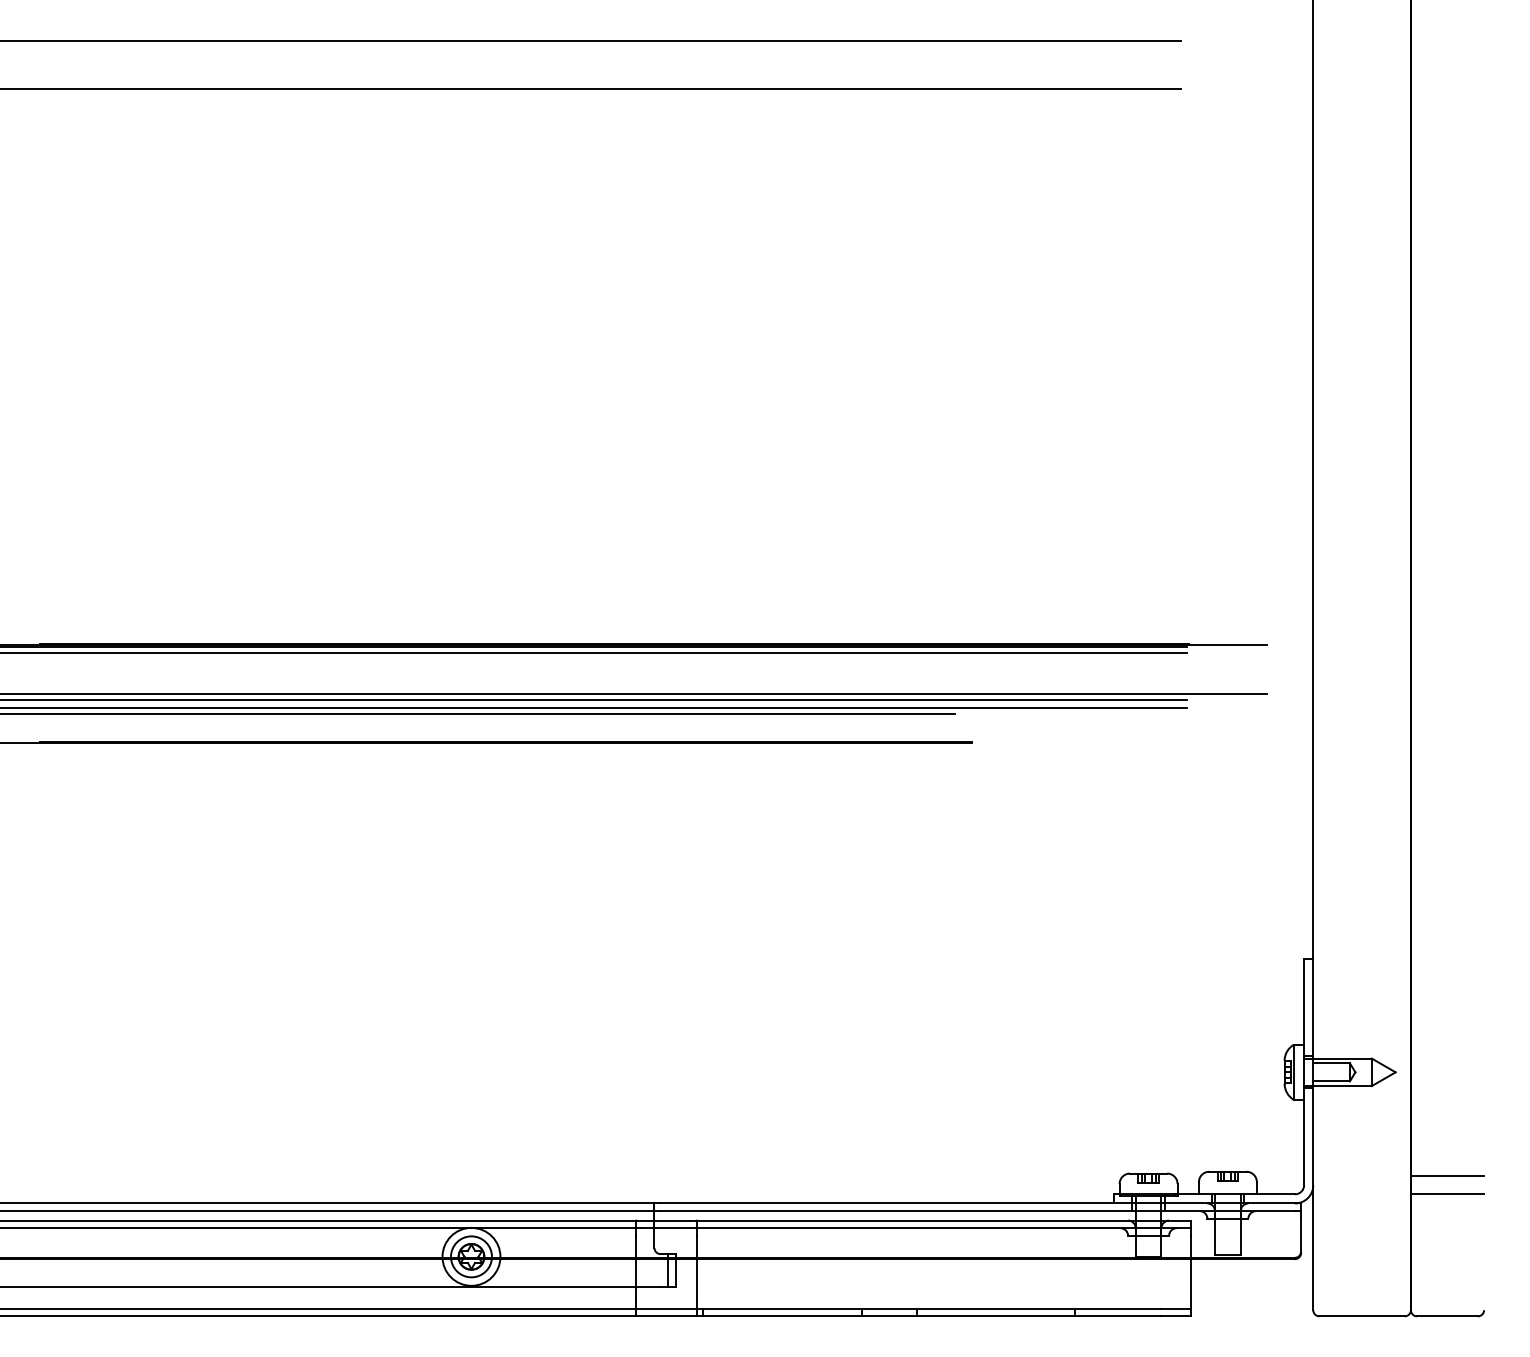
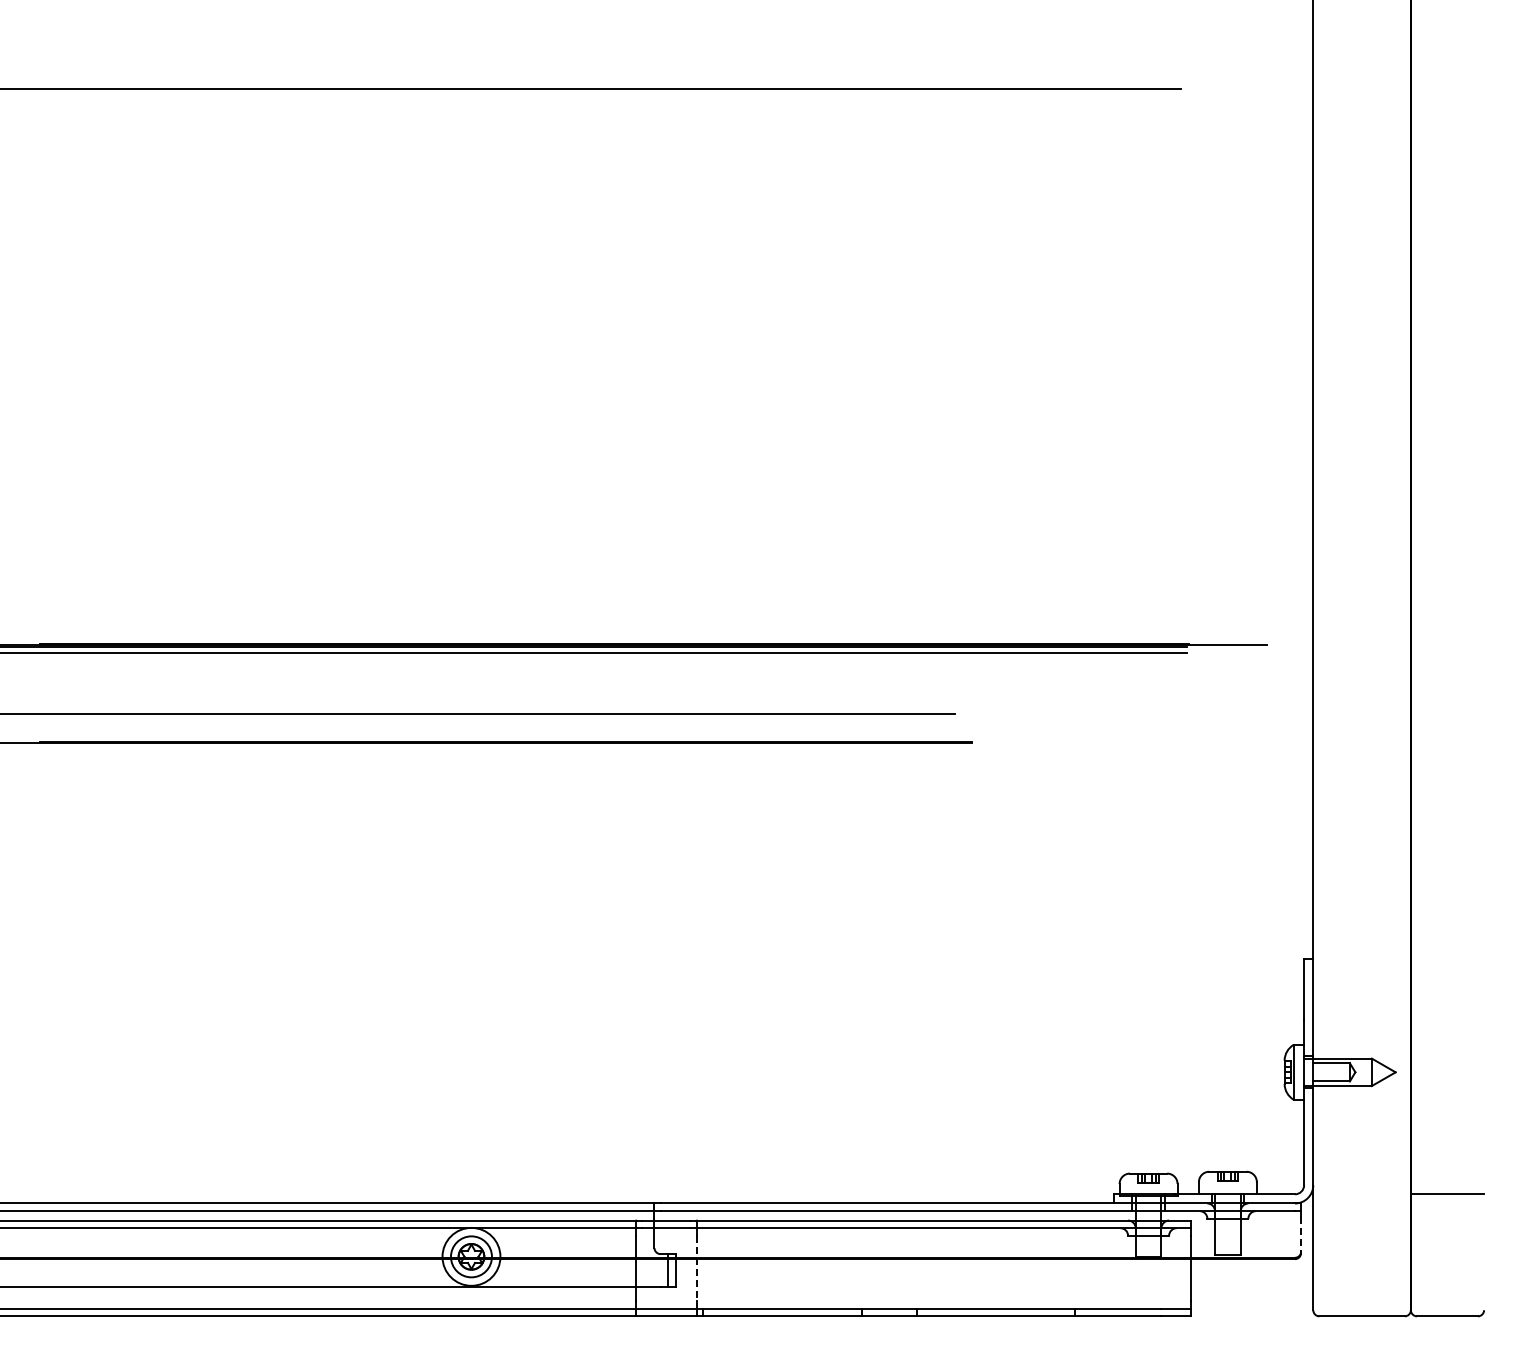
line at (591, 40): present -> none
line at (634, 694): present -> none
line at (594, 700): present -> none
line at (594, 707): present -> none
line at (1447, 1176): present -> none
line at (1301, 1235): solid -> dashed
line at (697, 1268): solid -> dashed
